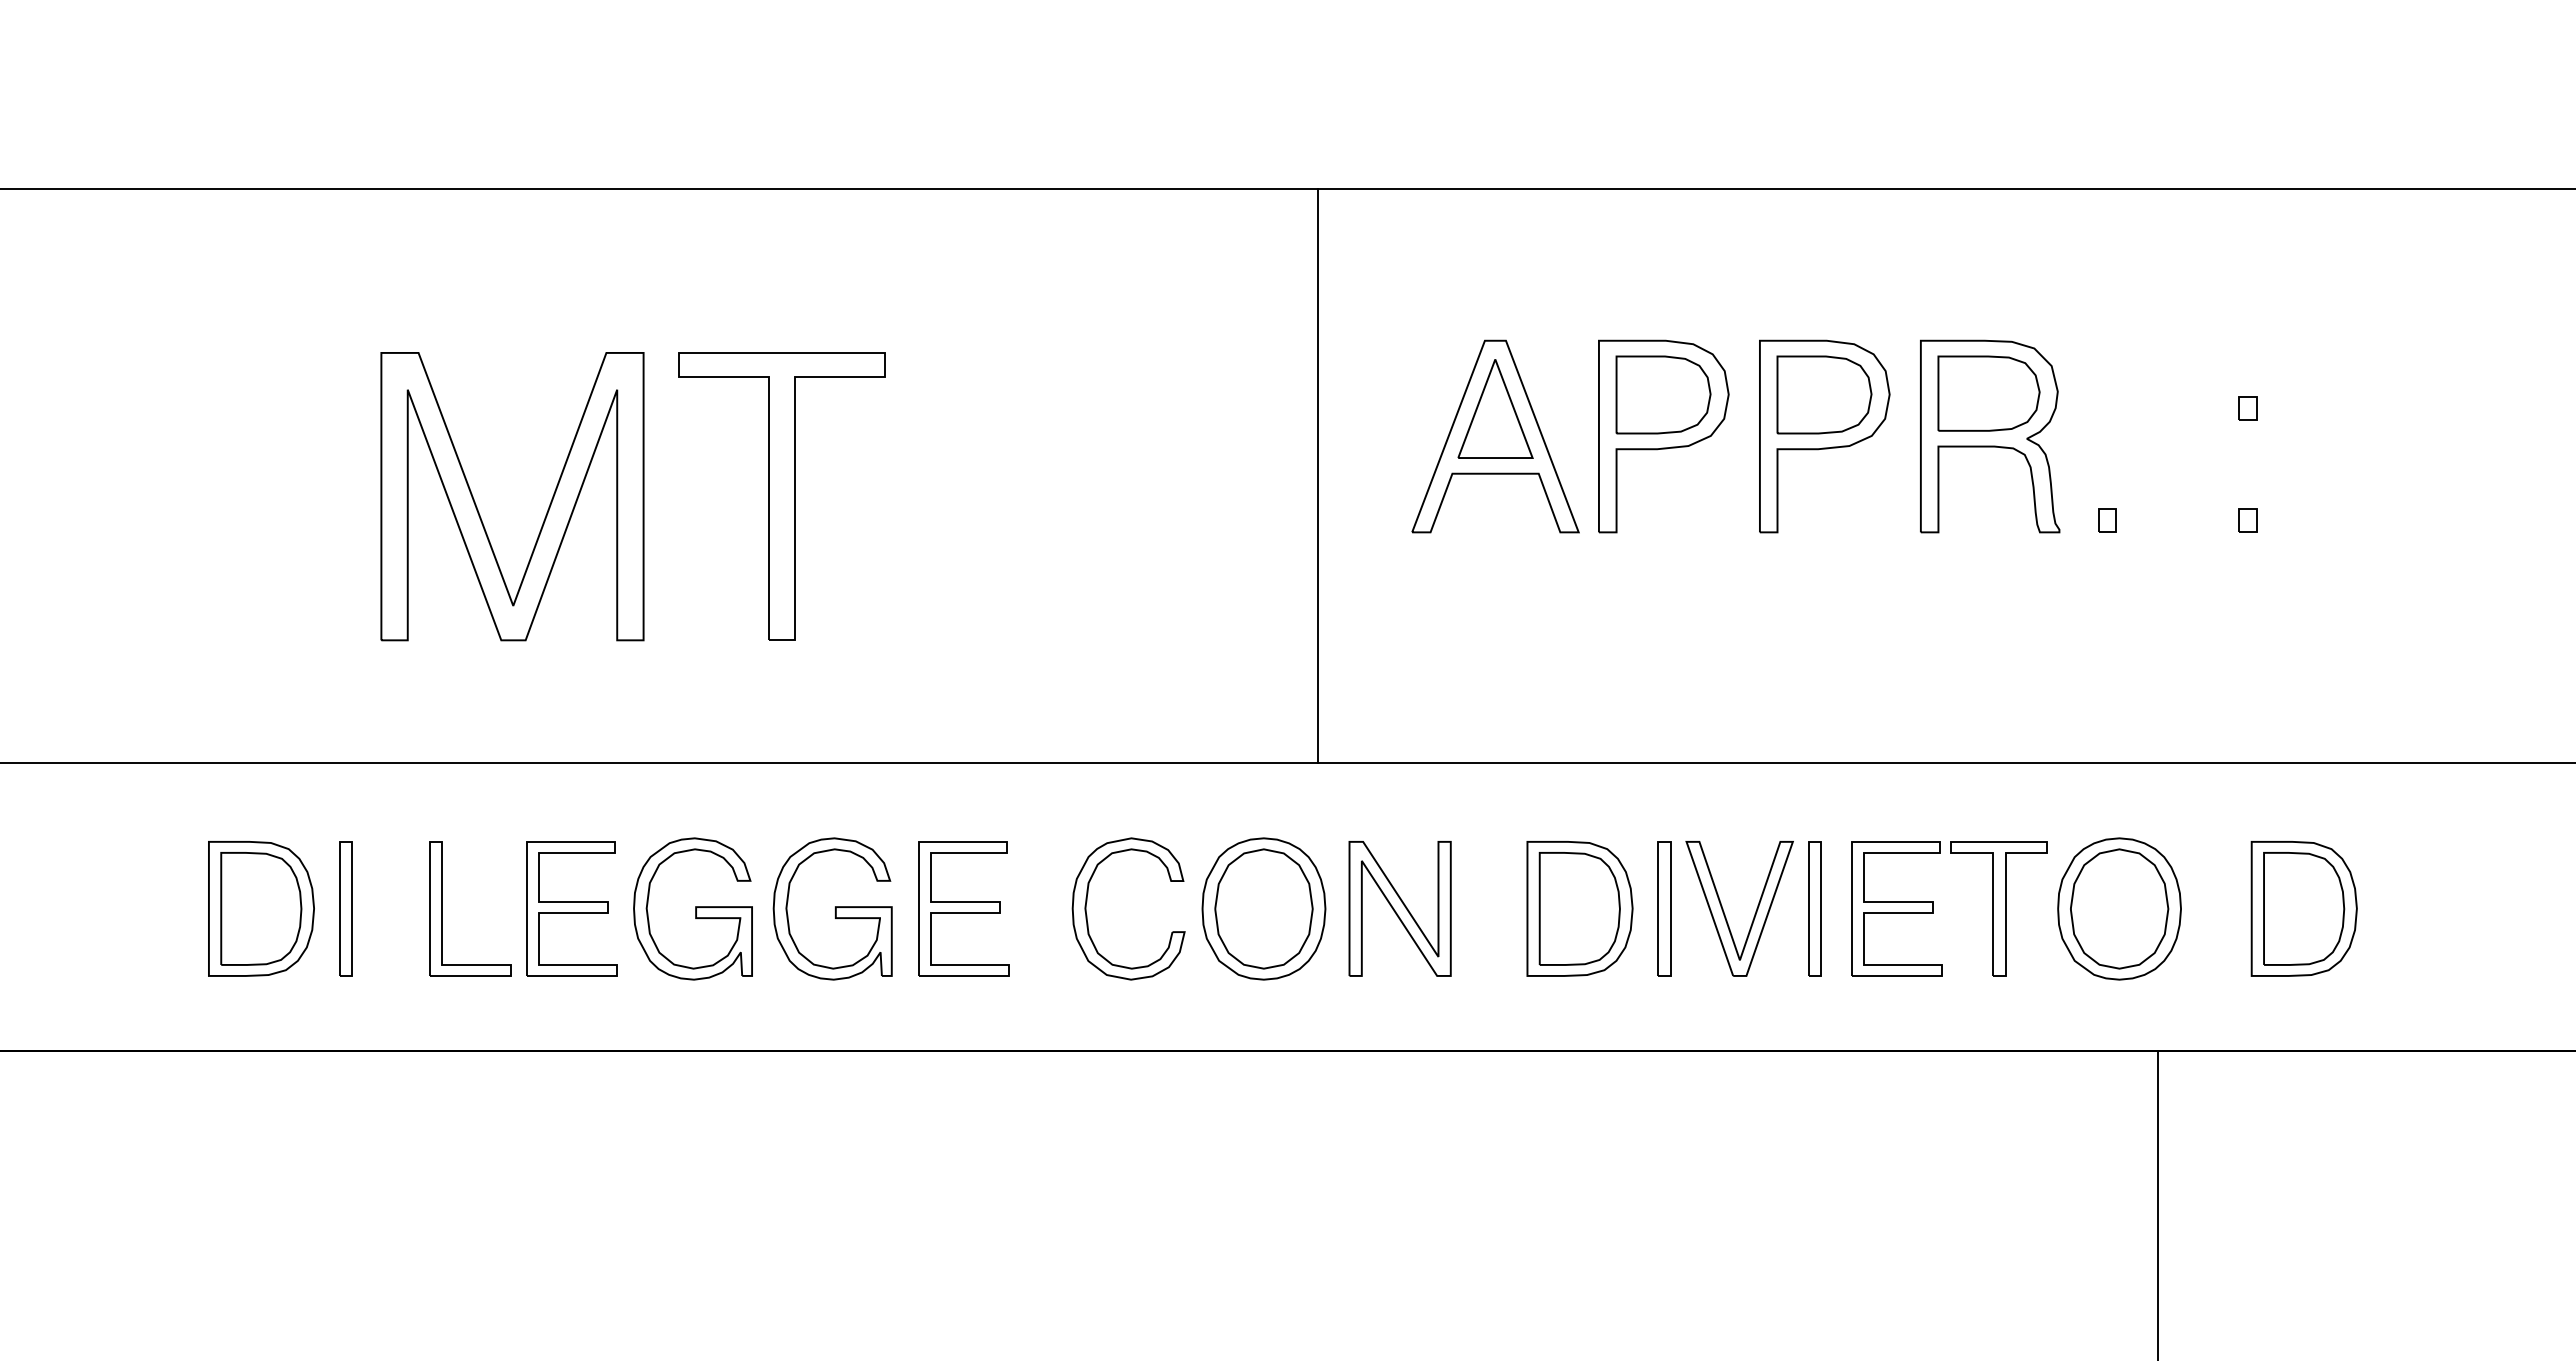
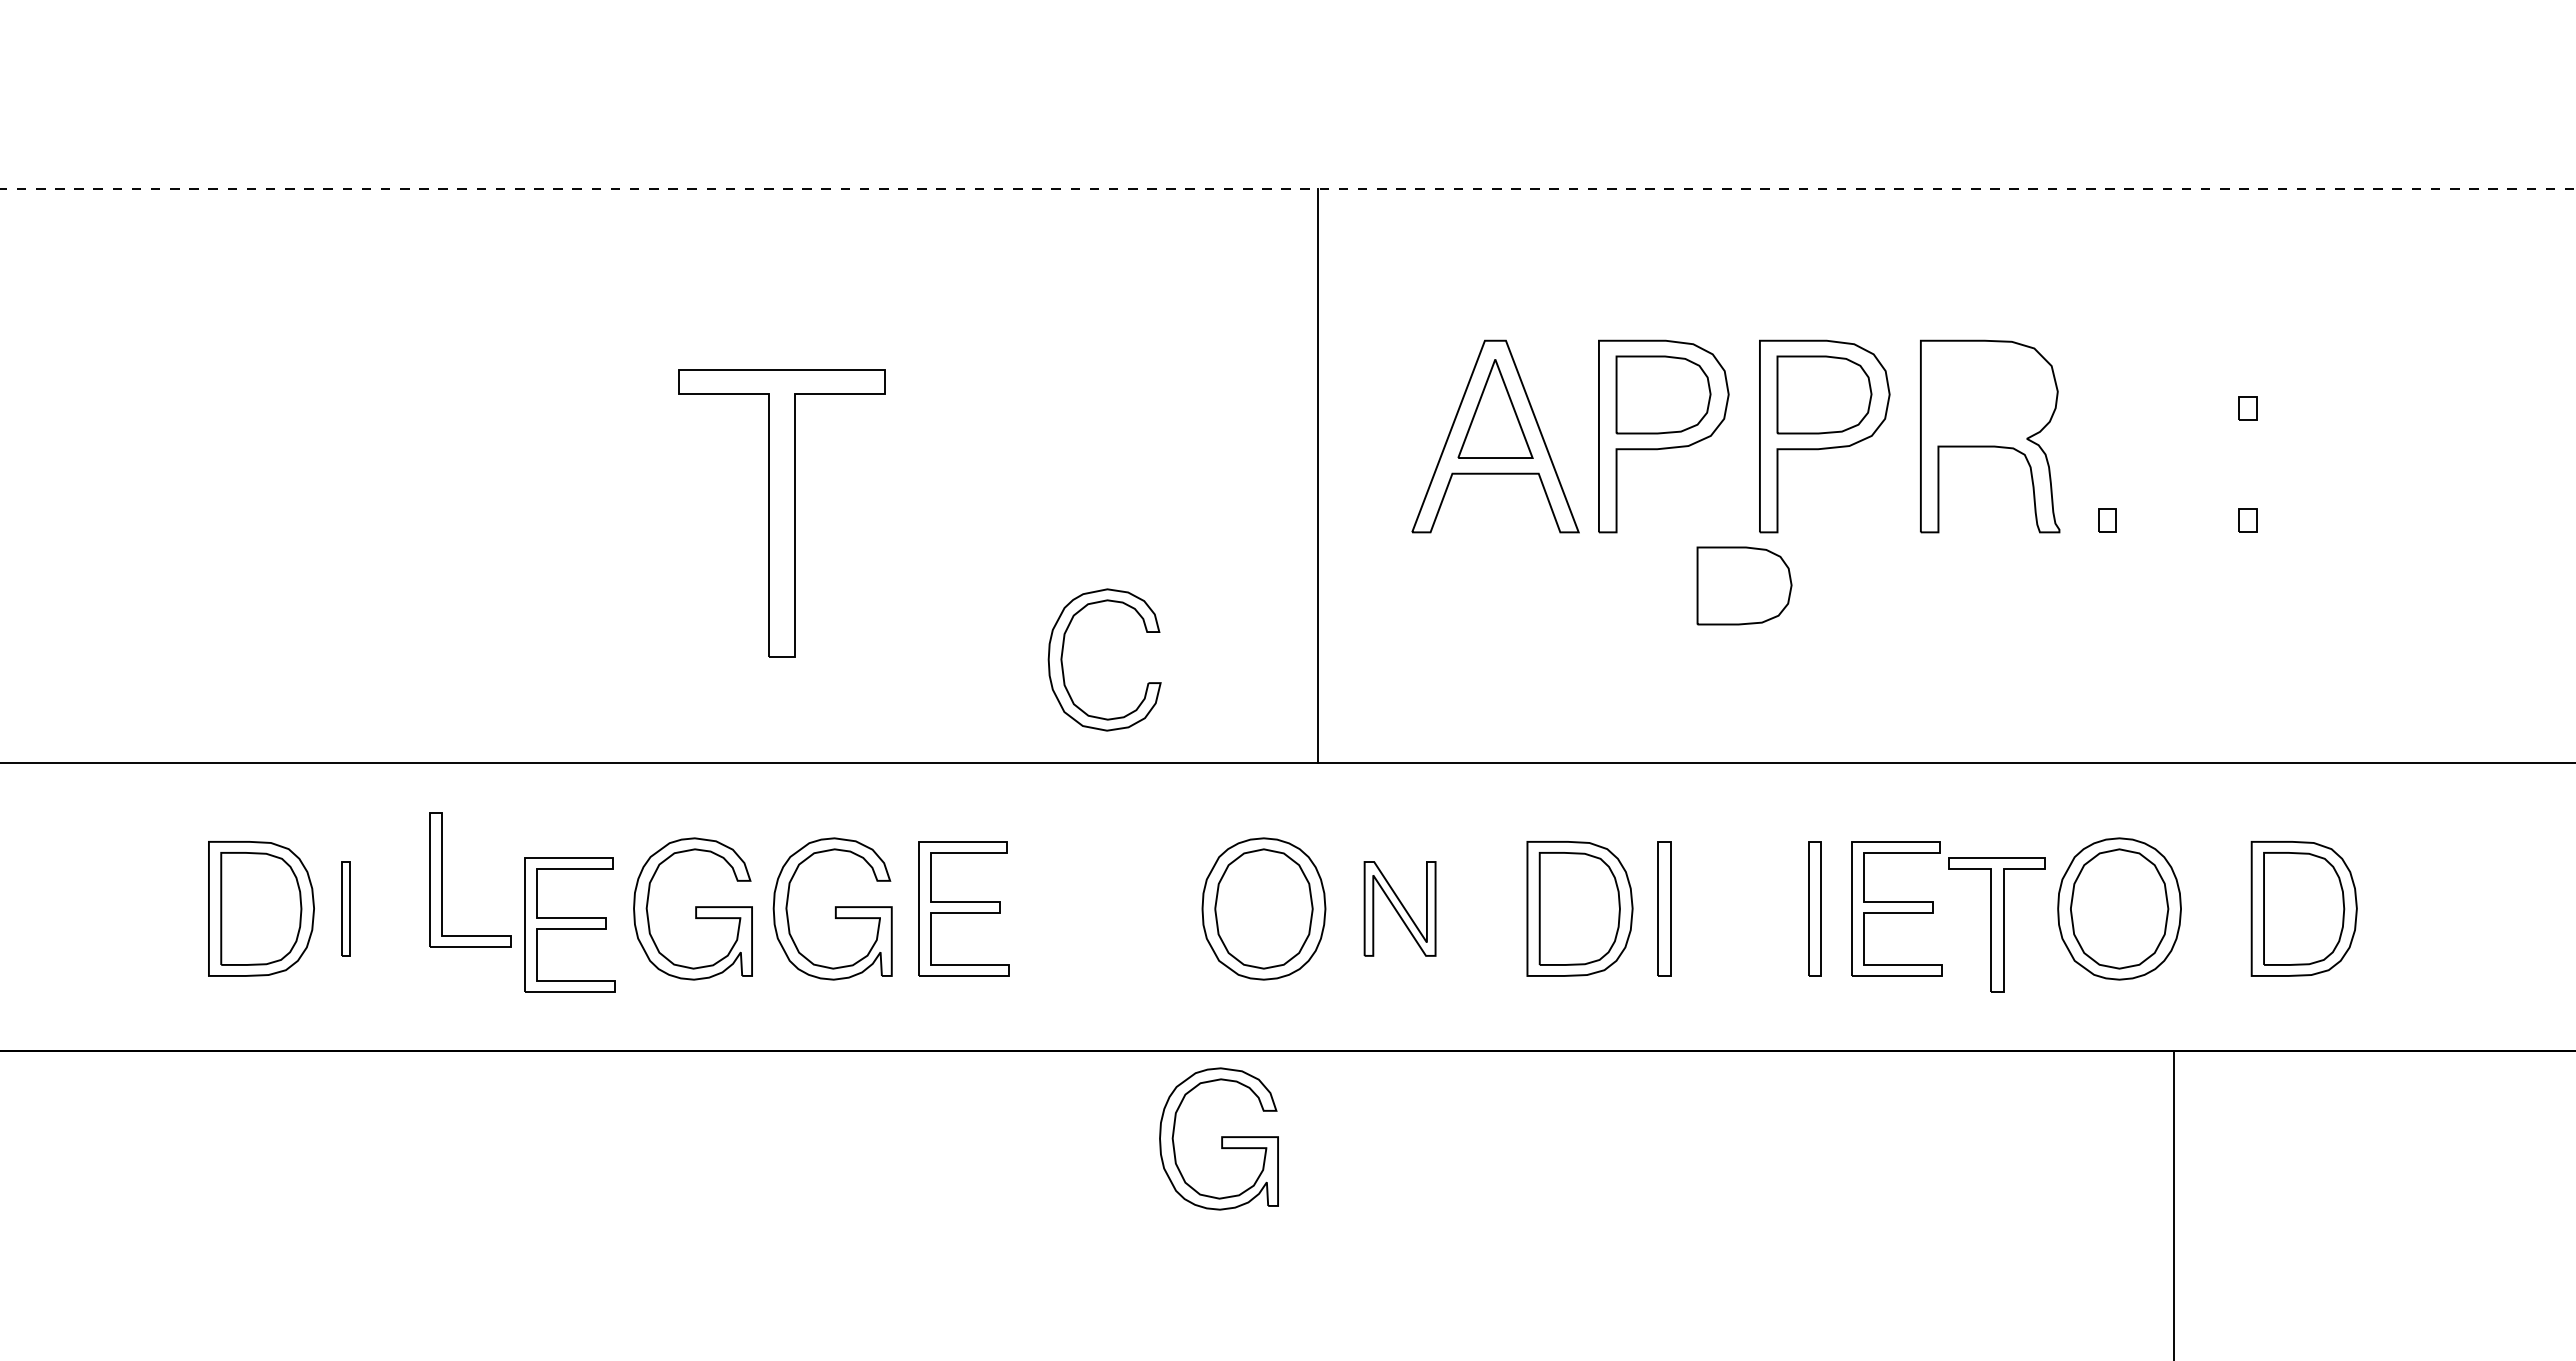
line at (1288, 188): solid -> dashed
part at (1988, 393): present -> none
part at (781, 496) position: (781, 496) -> (781, 513)
part at (478, 509): present -> none
part at (1744, 585): none -> present
part at (1087, 901) position: (1087, 901) -> (1063, 652)
part at (345, 908) size: 14x136 px -> 10x96 px
part at (442, 908) position: (442, 908) -> (442, 879)
part at (571, 908) position: (571, 908) -> (569, 924)
part at (1399, 908) size: 104x136 px -> 74x96 px
part at (1998, 908) position: (1998, 908) -> (1996, 924)
part at (1725, 914): present -> none
part at (1218, 1138): none -> present
line at (2157, 1203) position: (2157, 1203) -> (2173, 1203)
